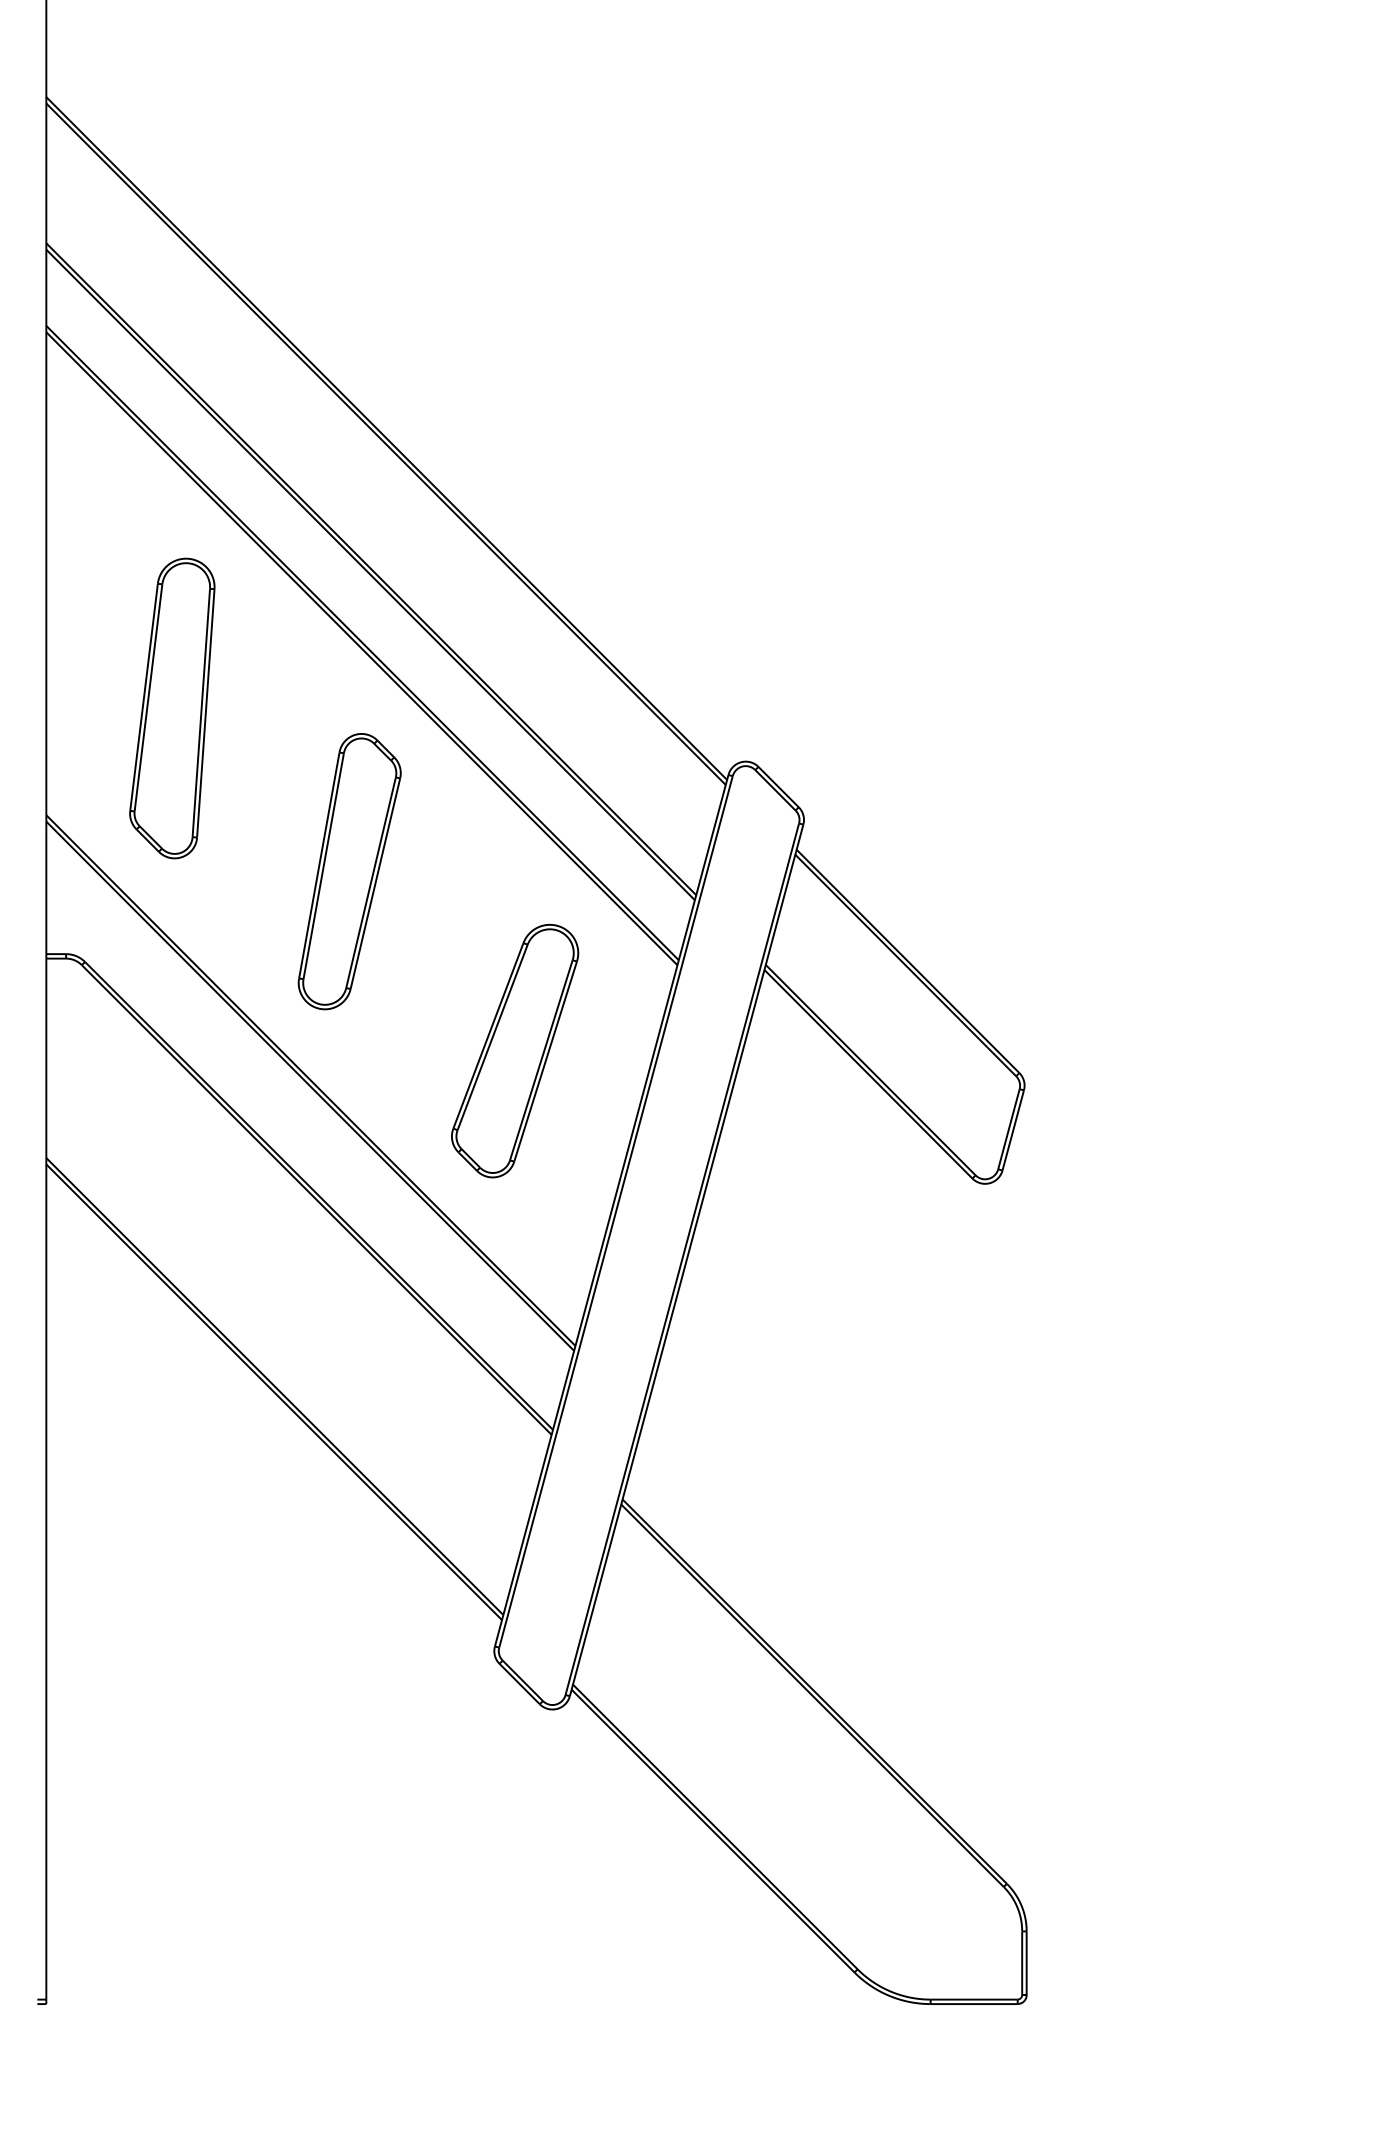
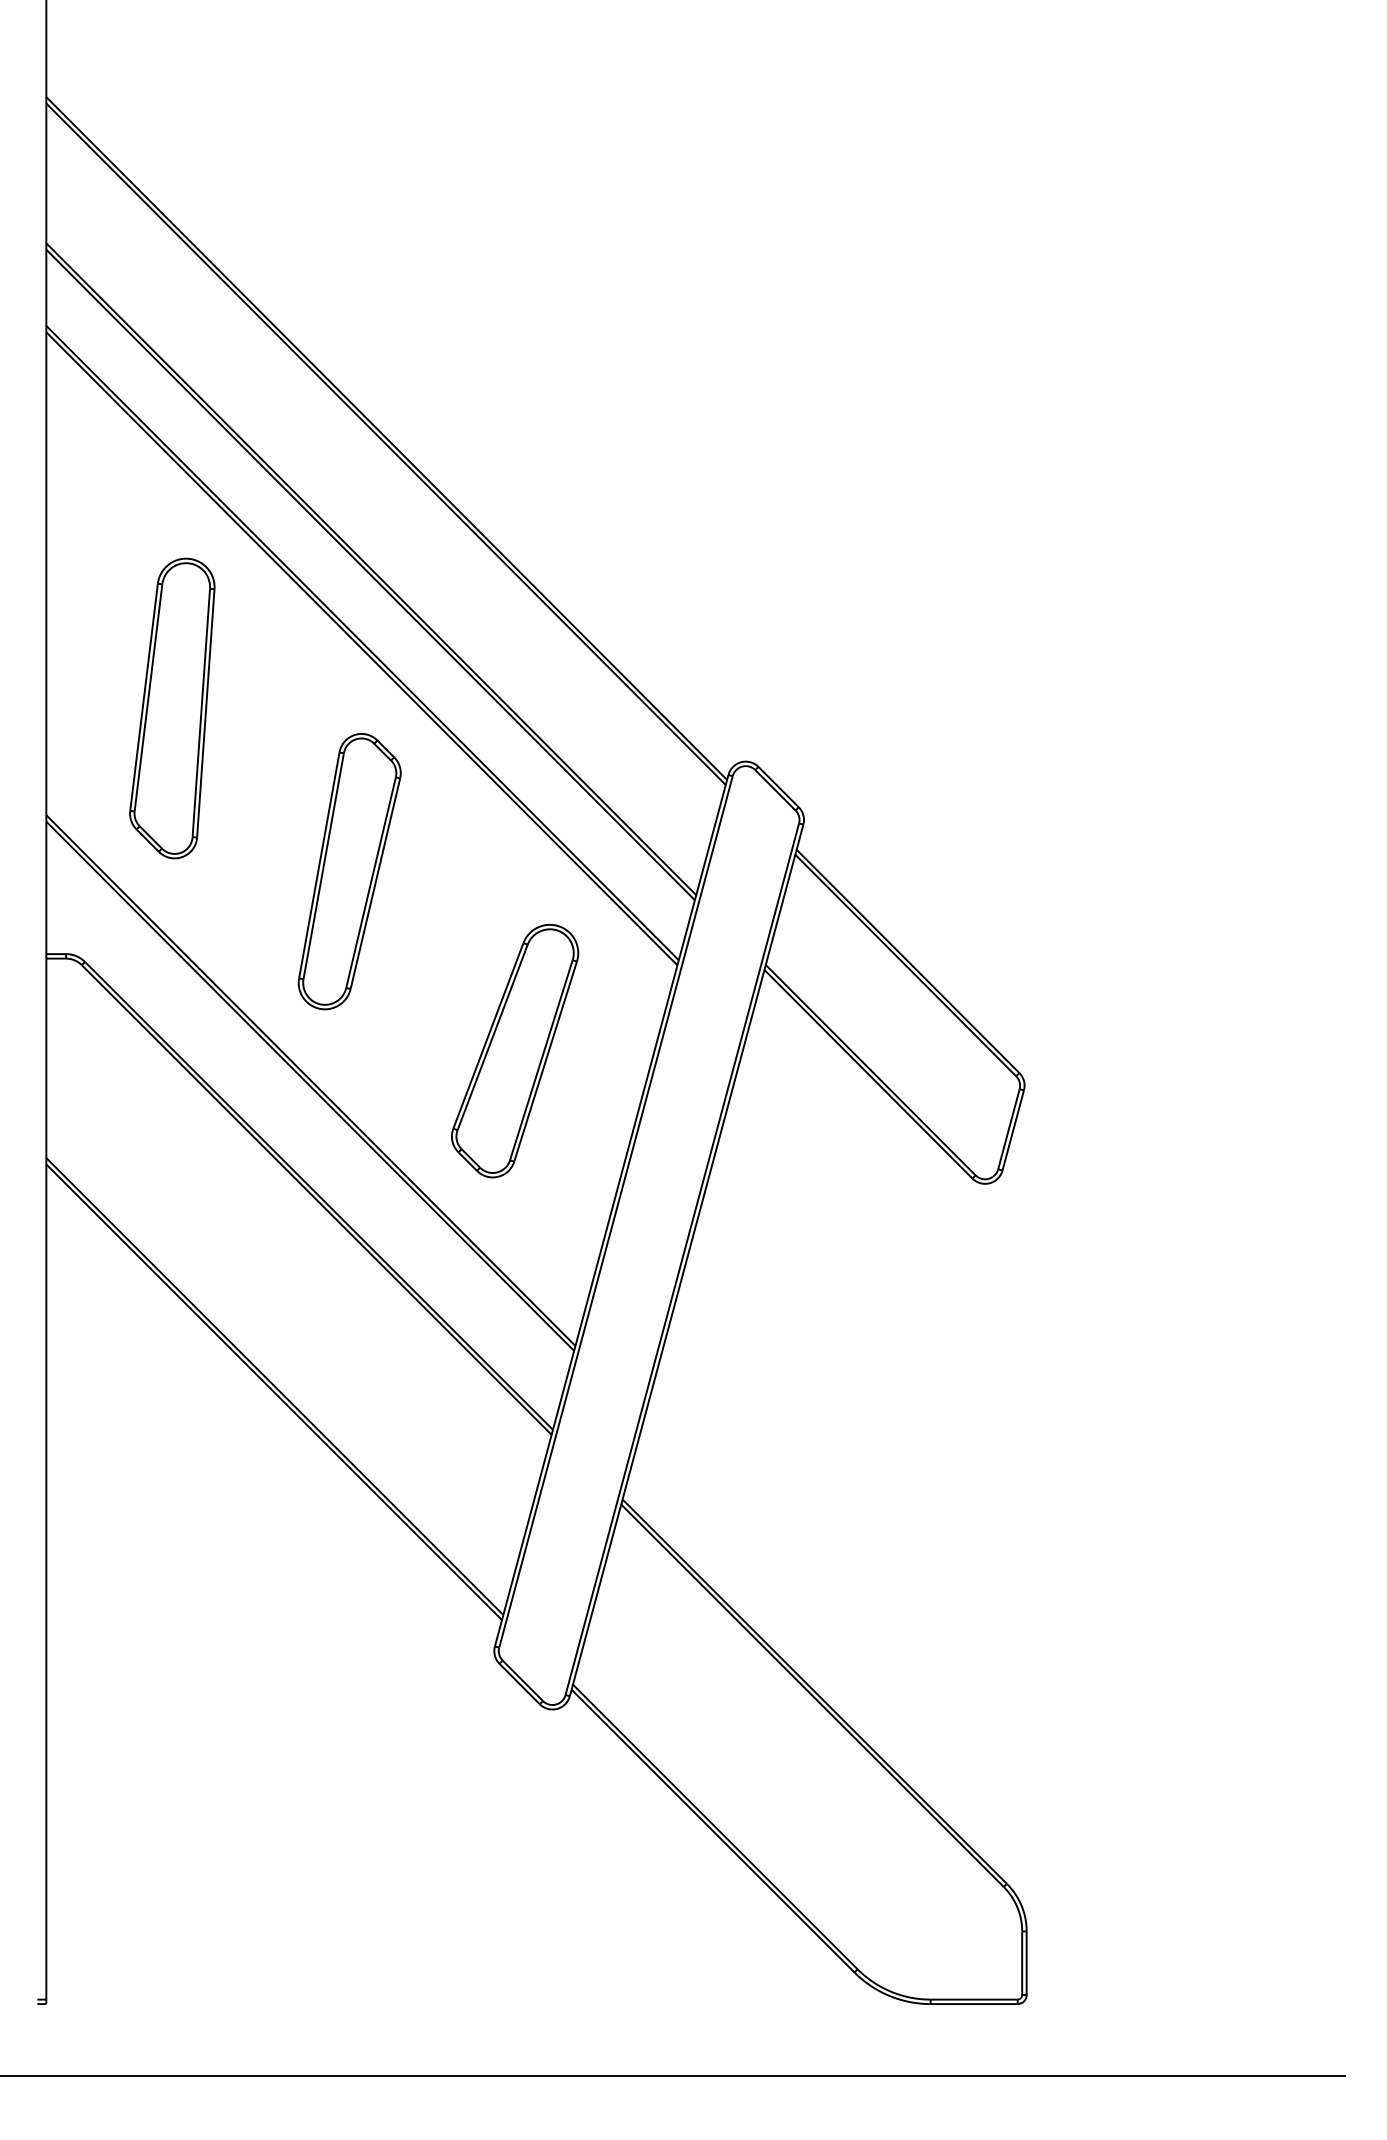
line at (673, 2075): none -> present
